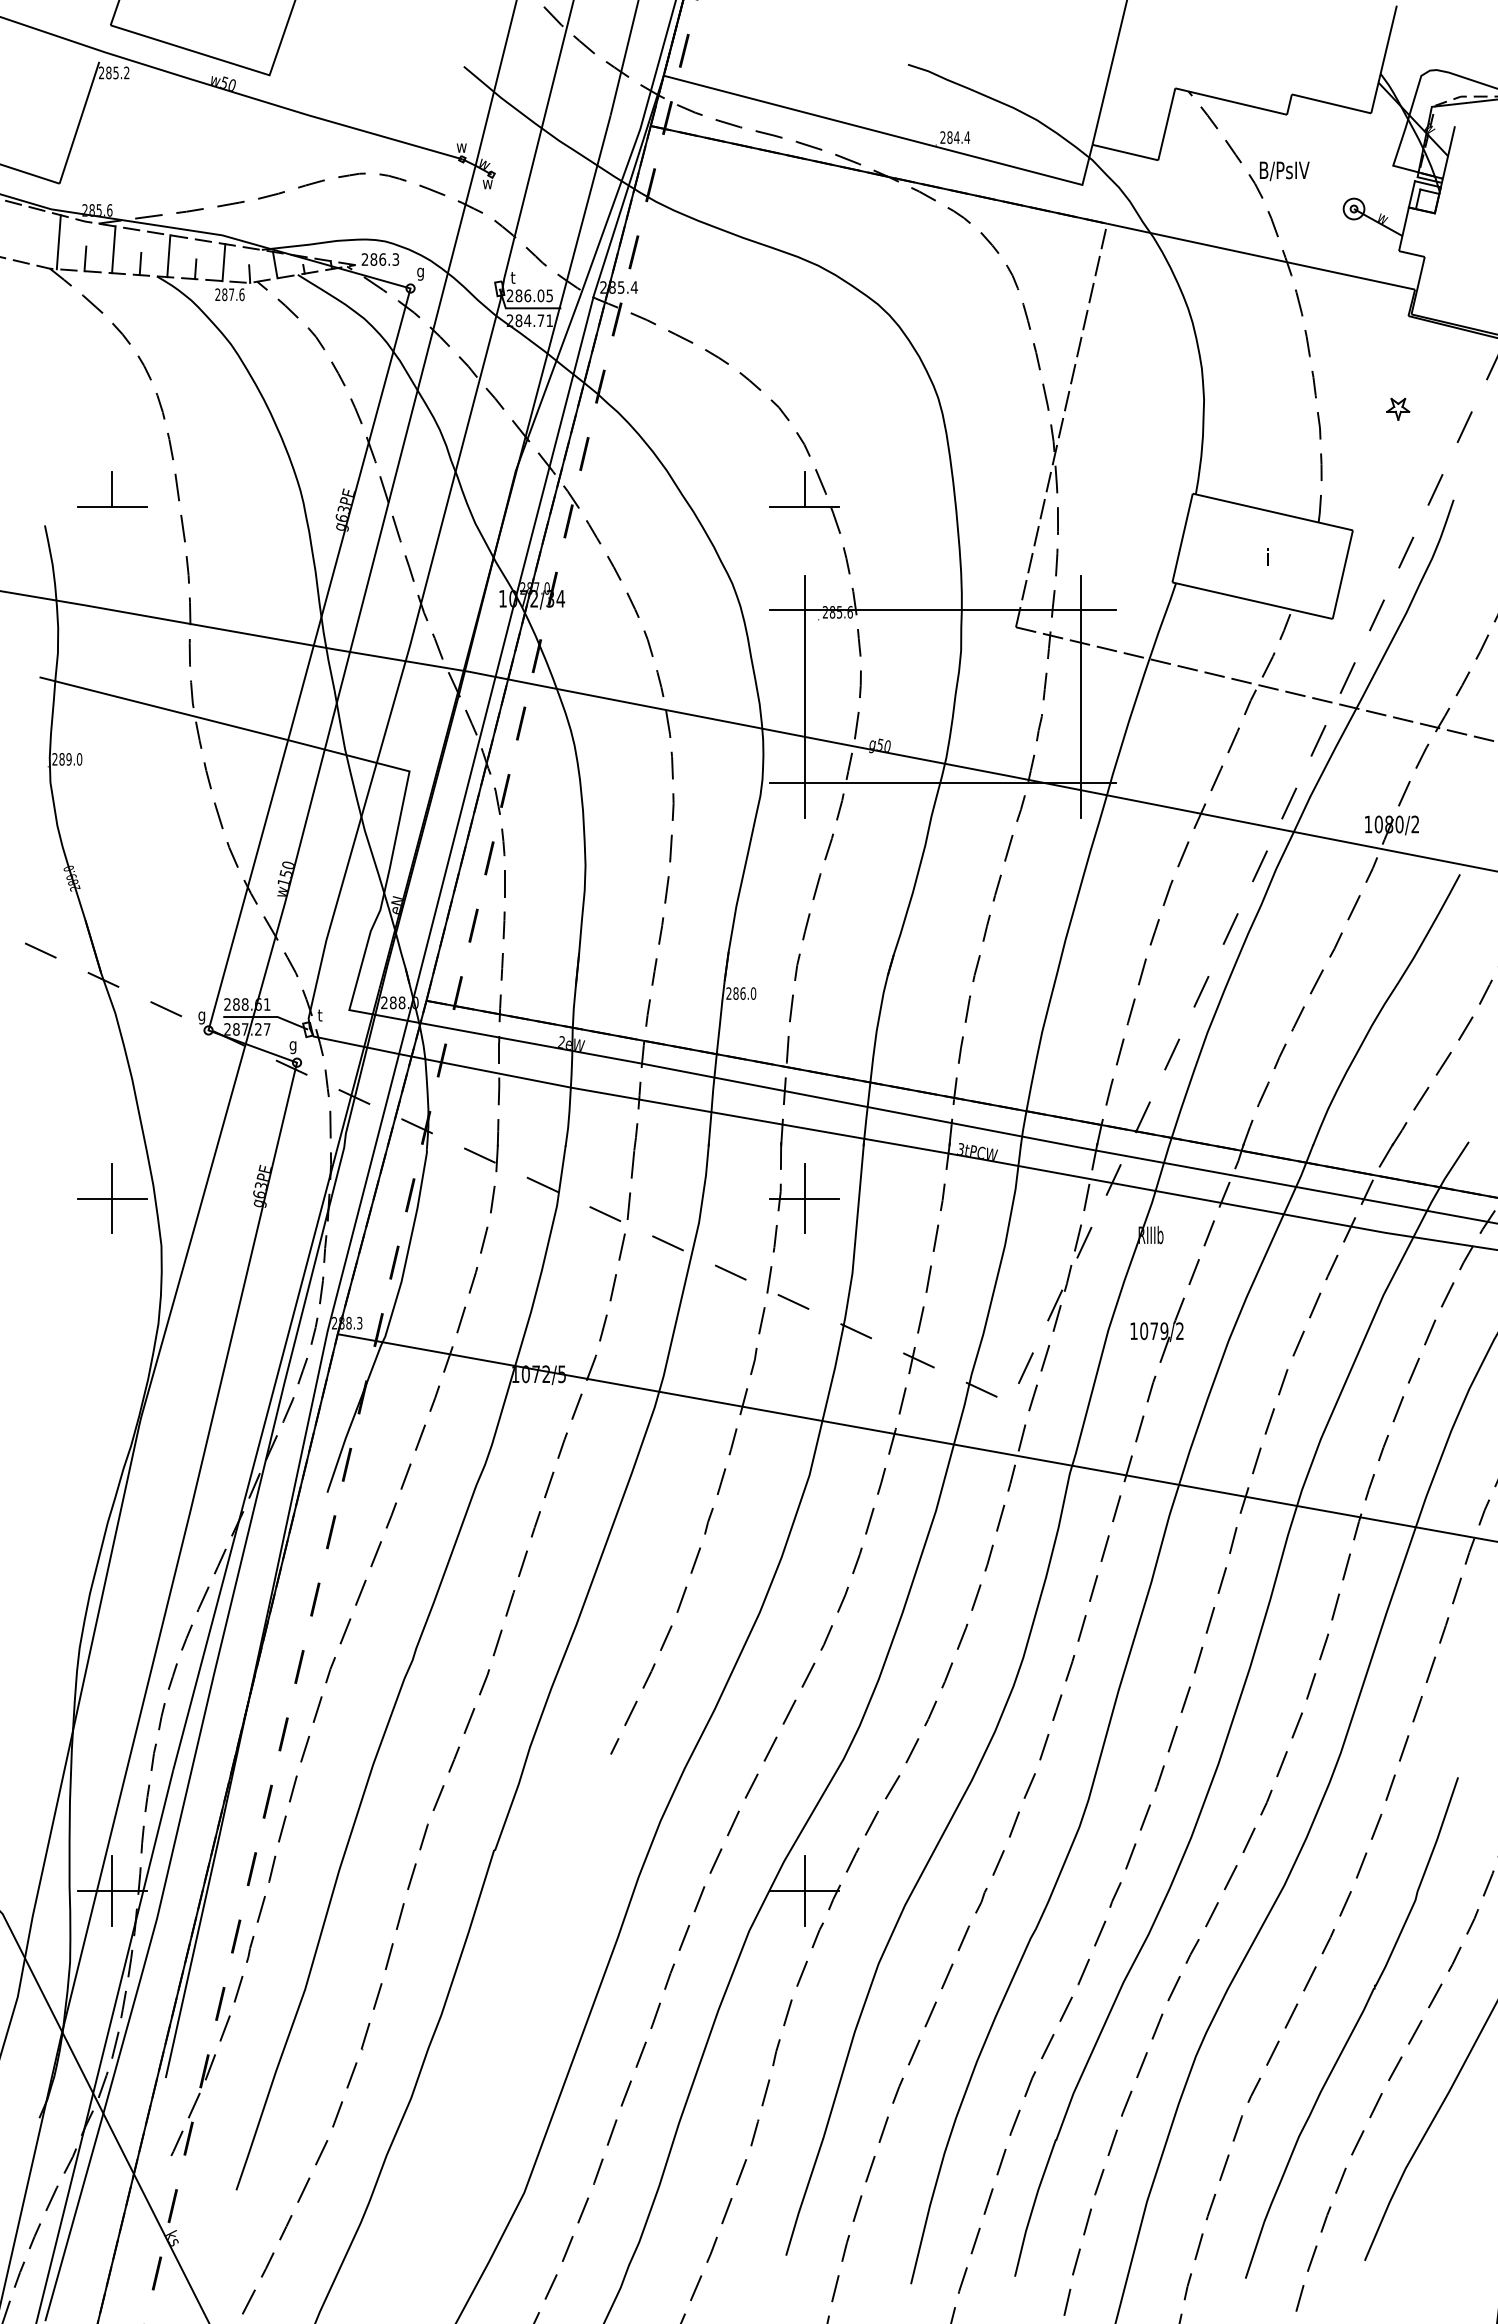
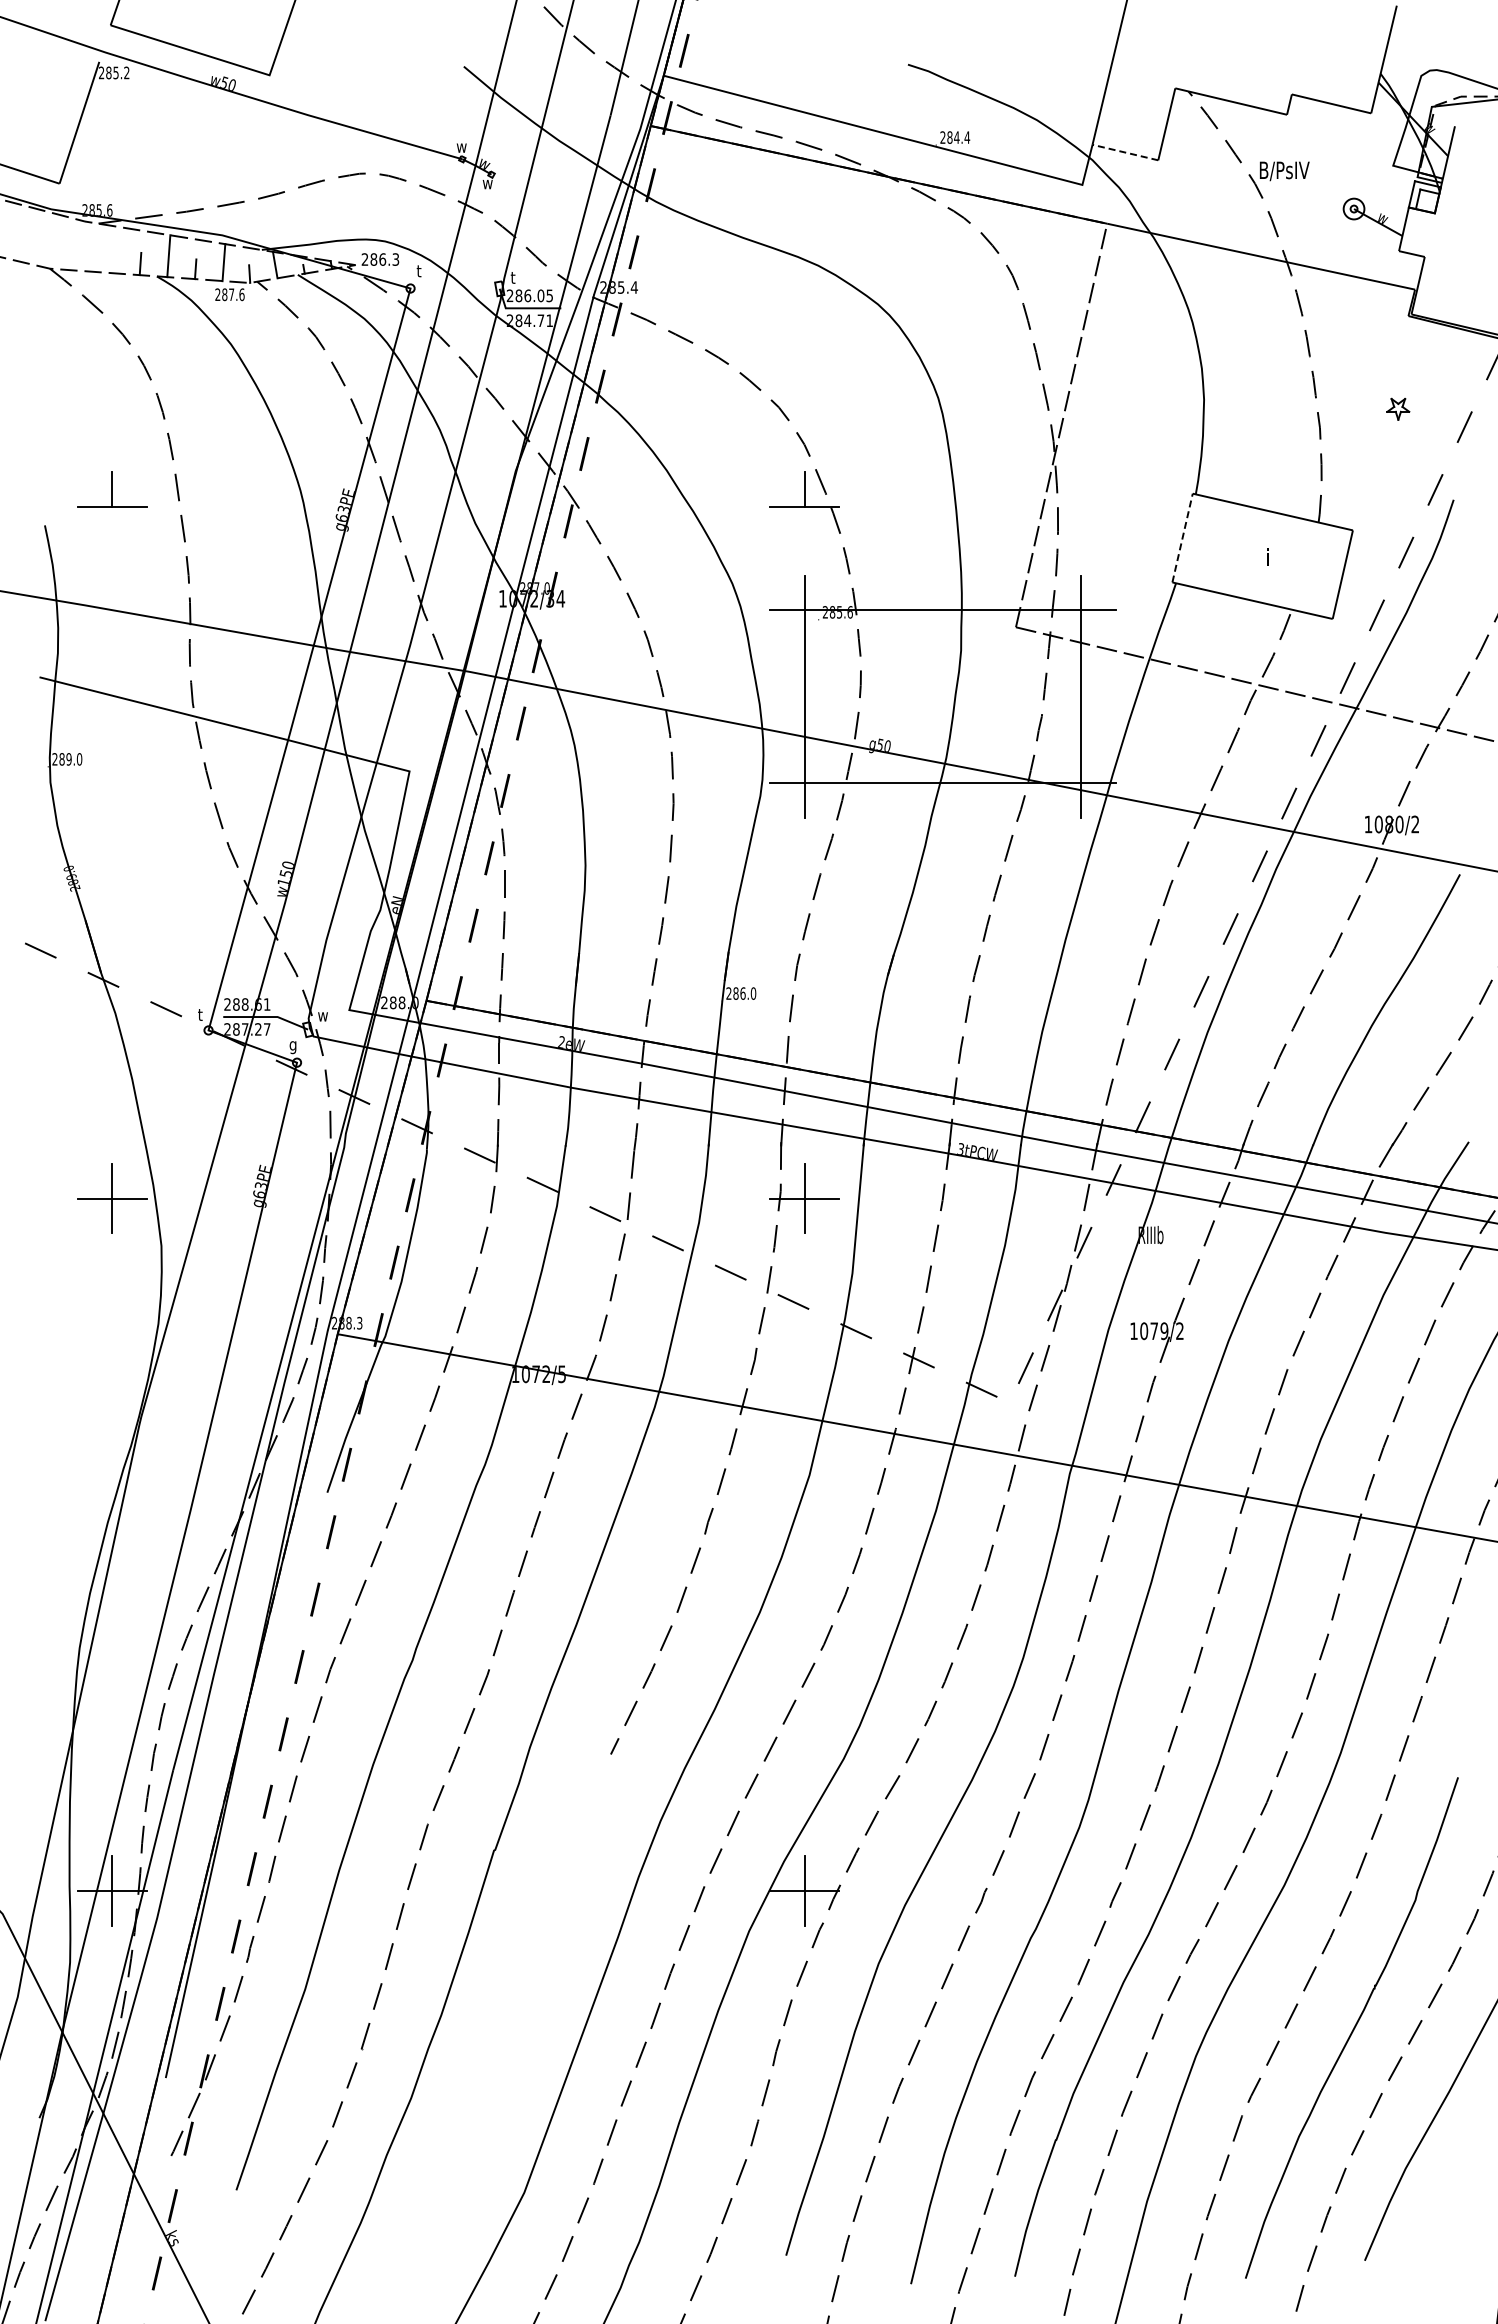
line at (1125, 152): solid -> dashed
line at (58, 242): present -> none
line at (113, 249): present -> none
line at (85, 258): present -> none
text at (419, 272): g -> t
line at (1182, 538): solid -> dashed
text at (322, 1015): t -> w
text at (201, 1016): g -> t
